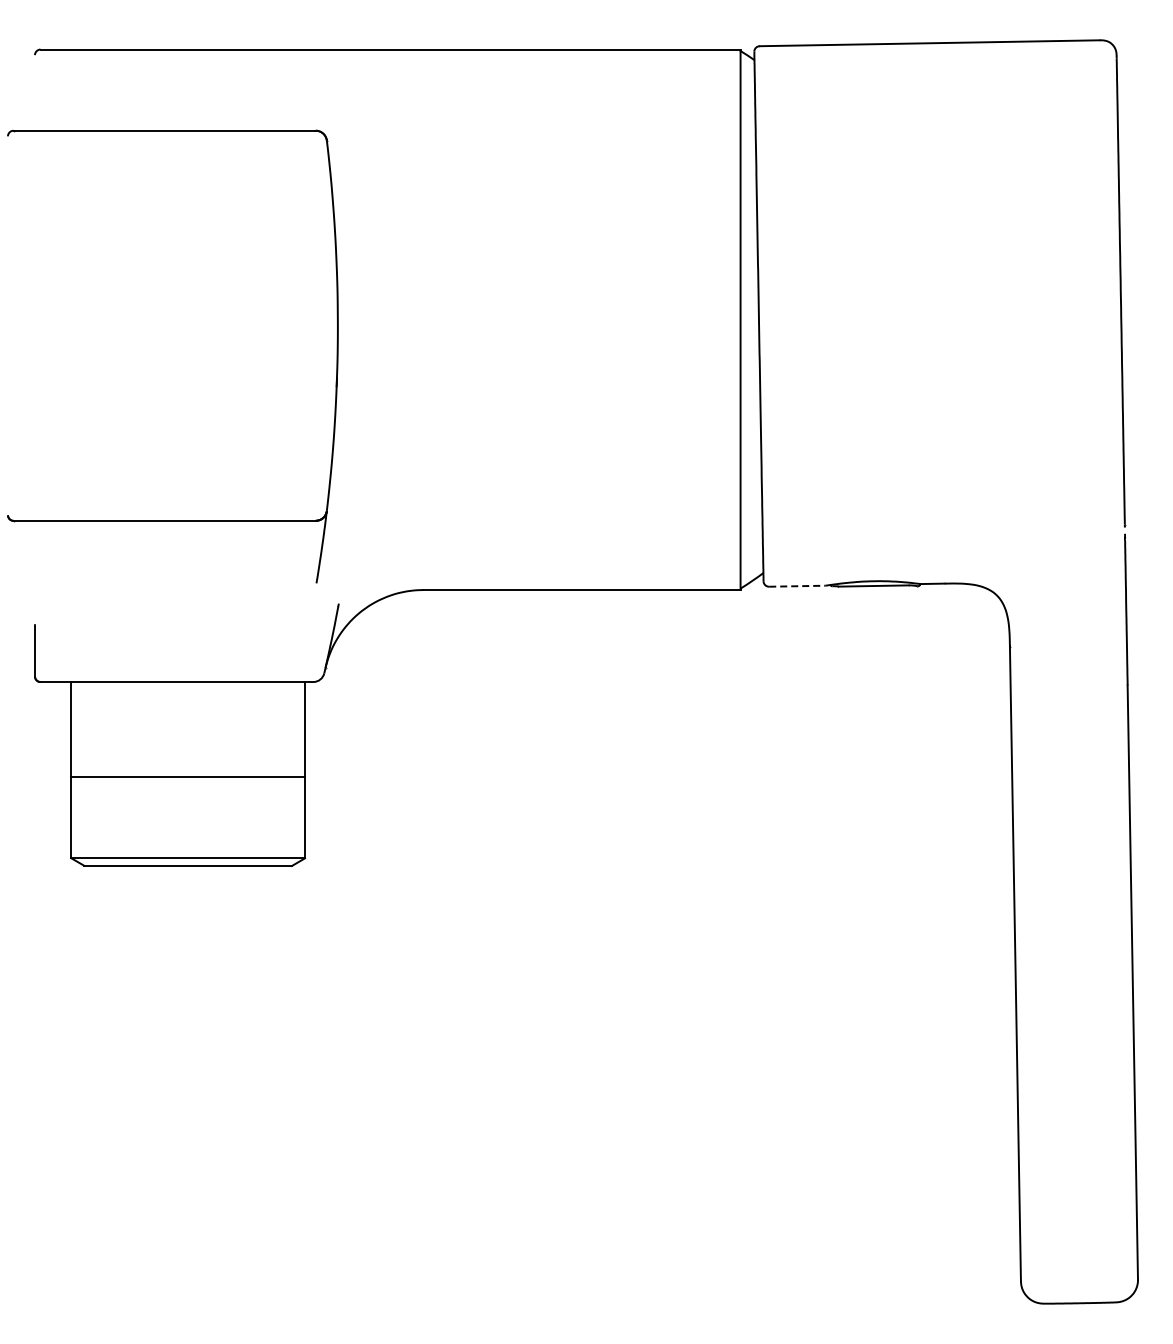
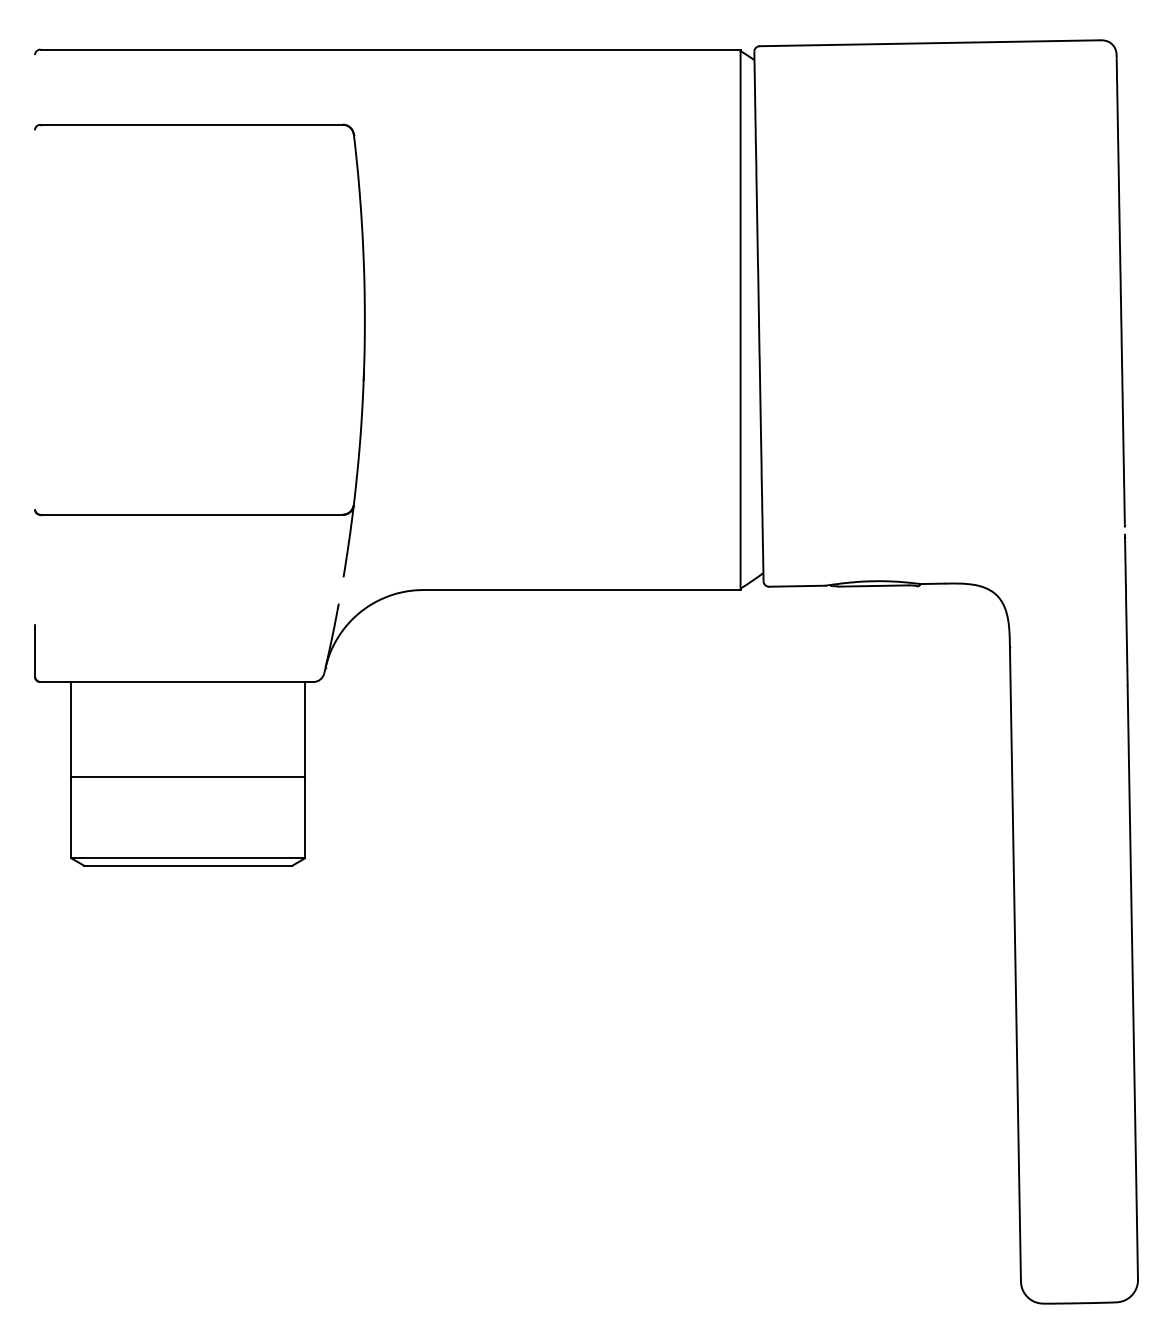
part at (336, 356) position: (336, 356) -> (363, 350)
line at (797, 586): dashed -> solid
